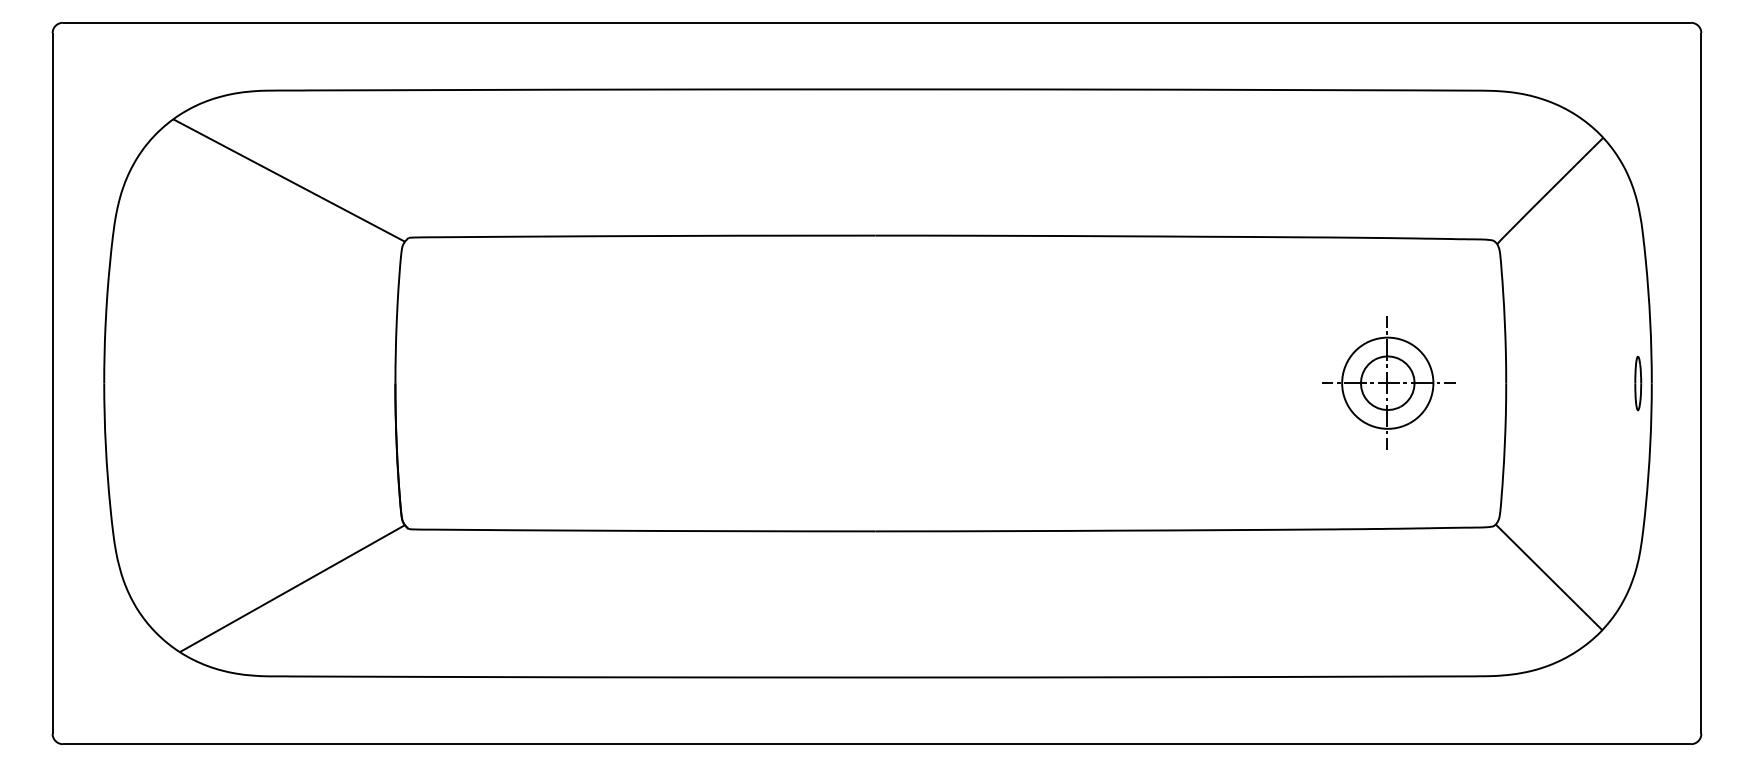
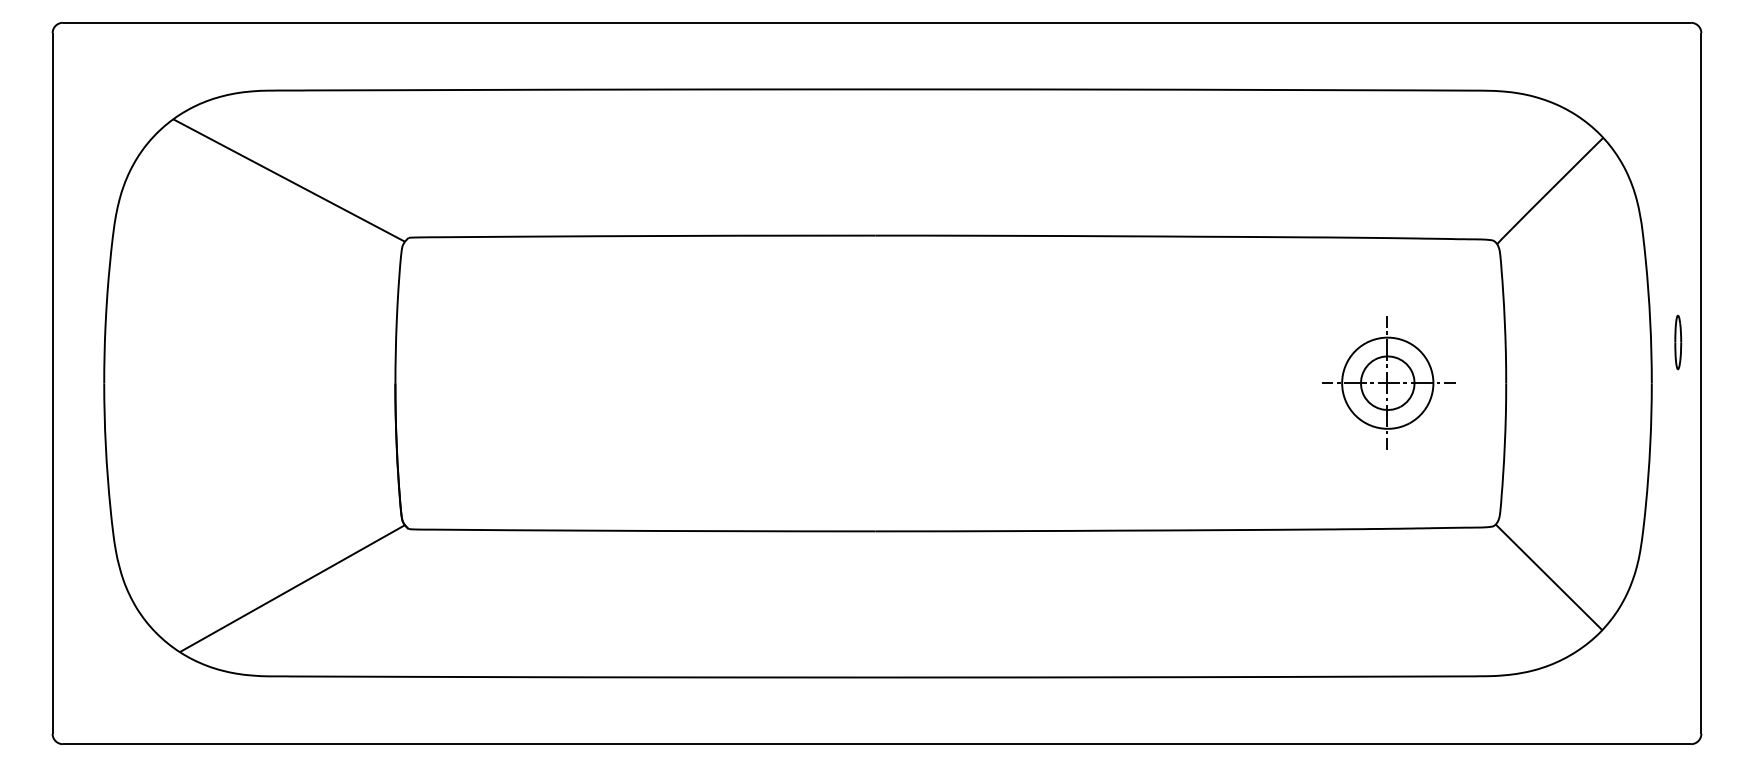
part at (1638, 383) position: (1638, 383) -> (1678, 342)
